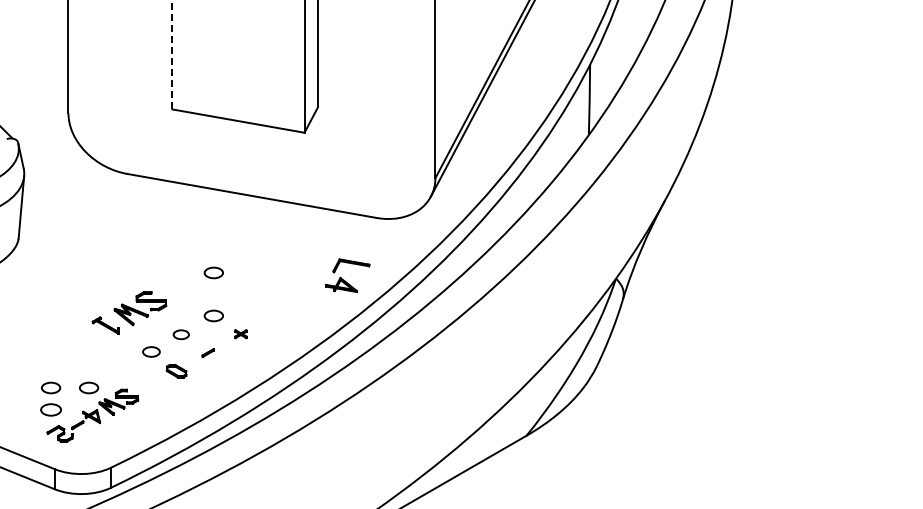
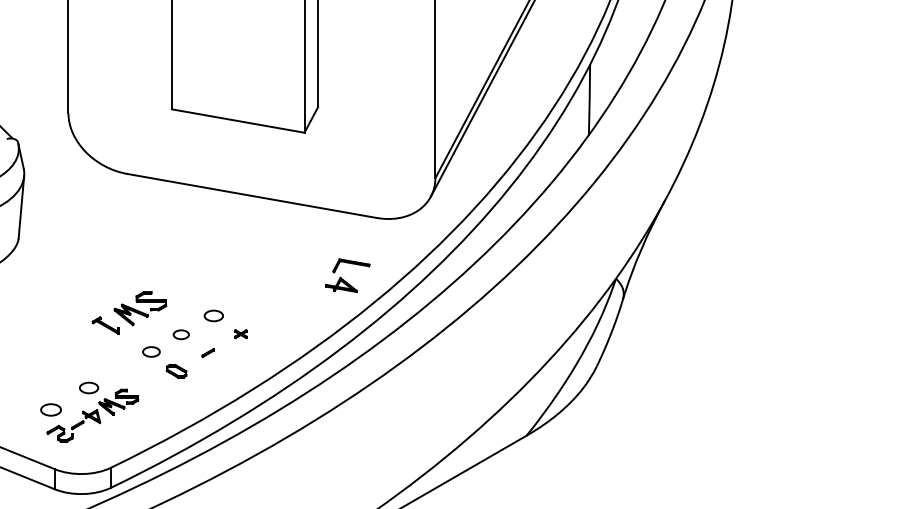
line at (172, 54): dashed -> solid
part at (213, 272): present -> none
part at (51, 387): present -> none
